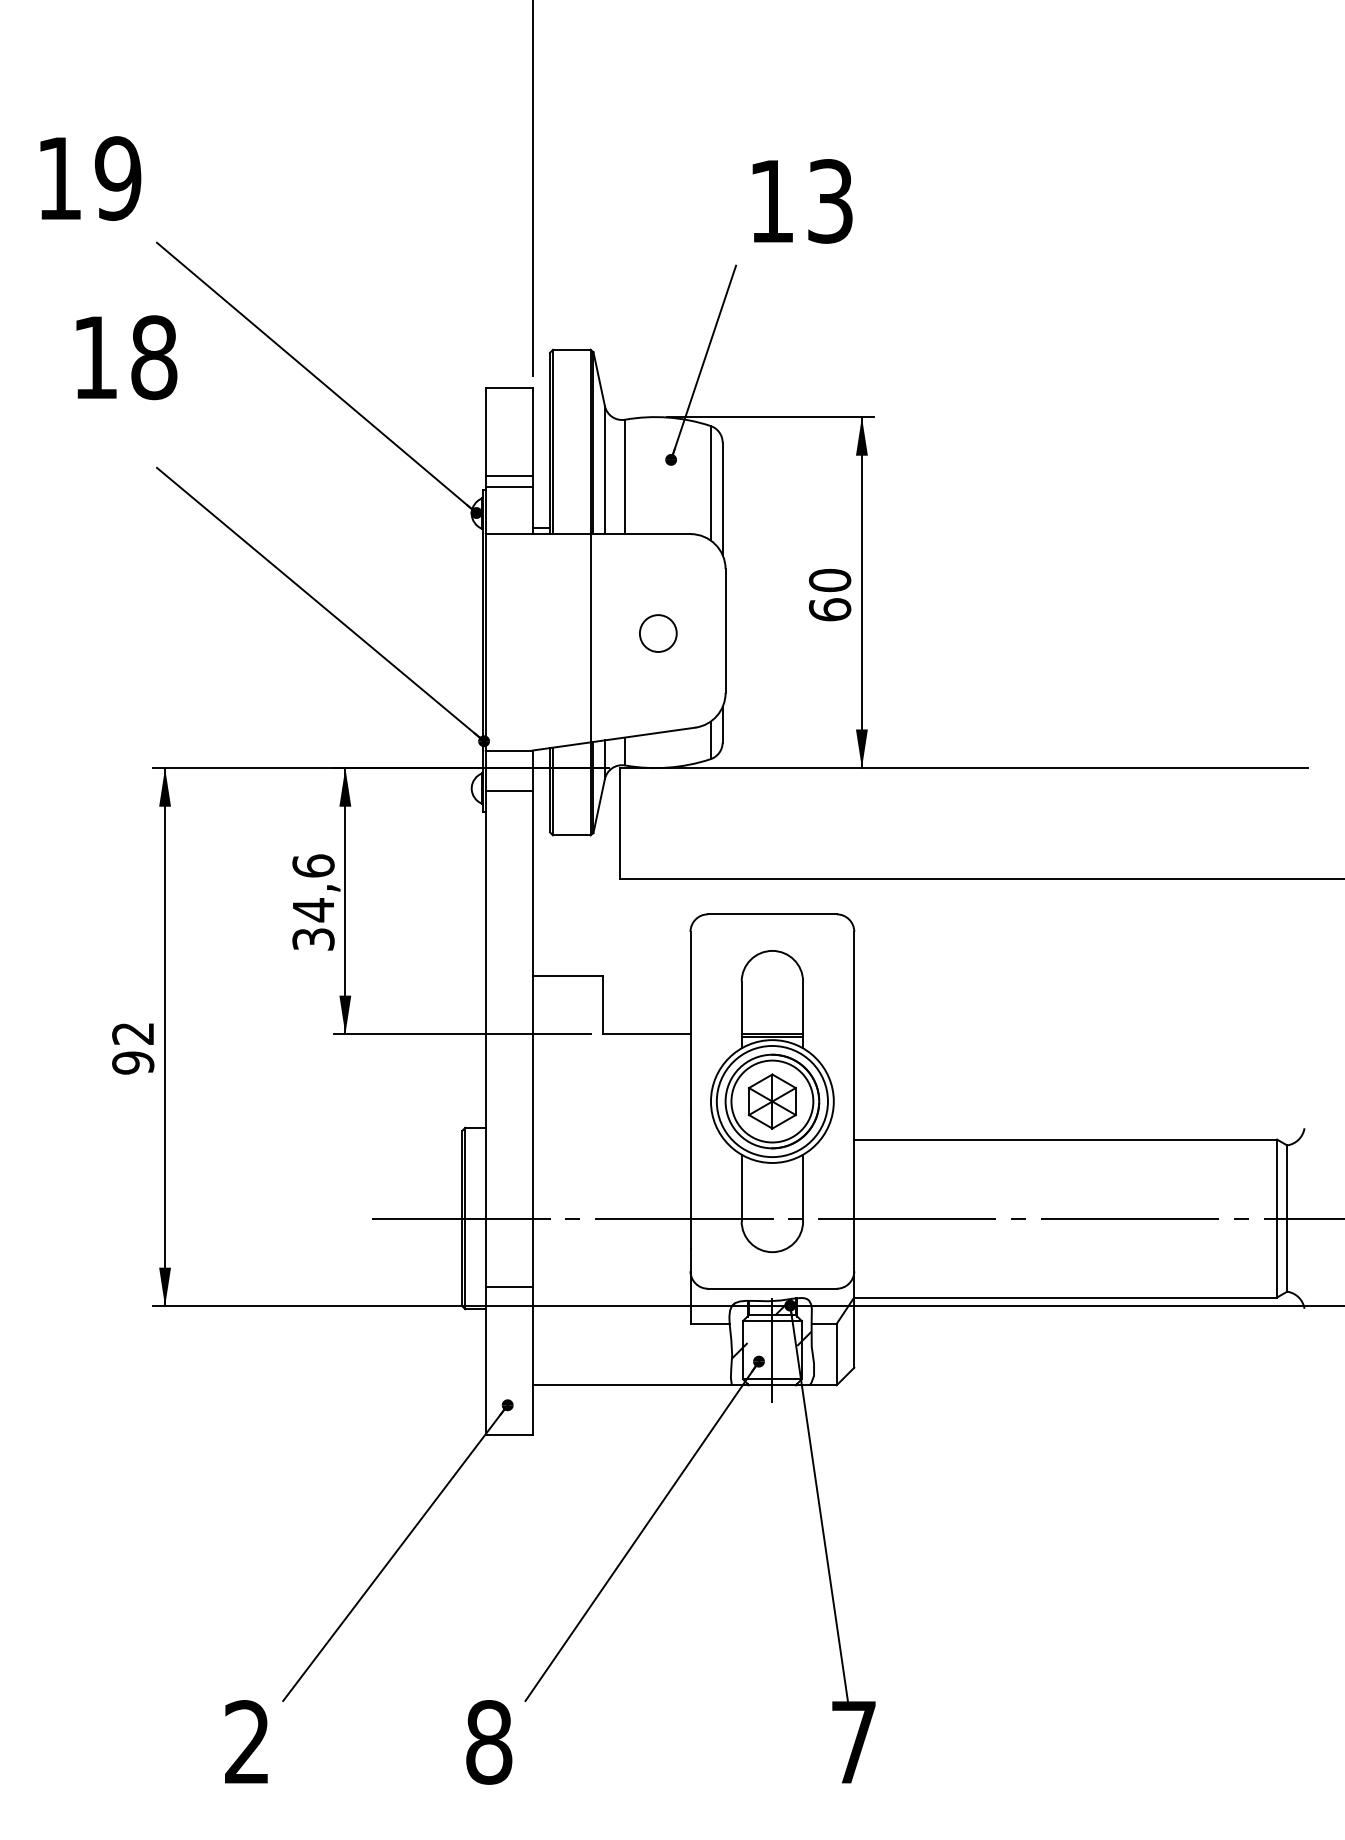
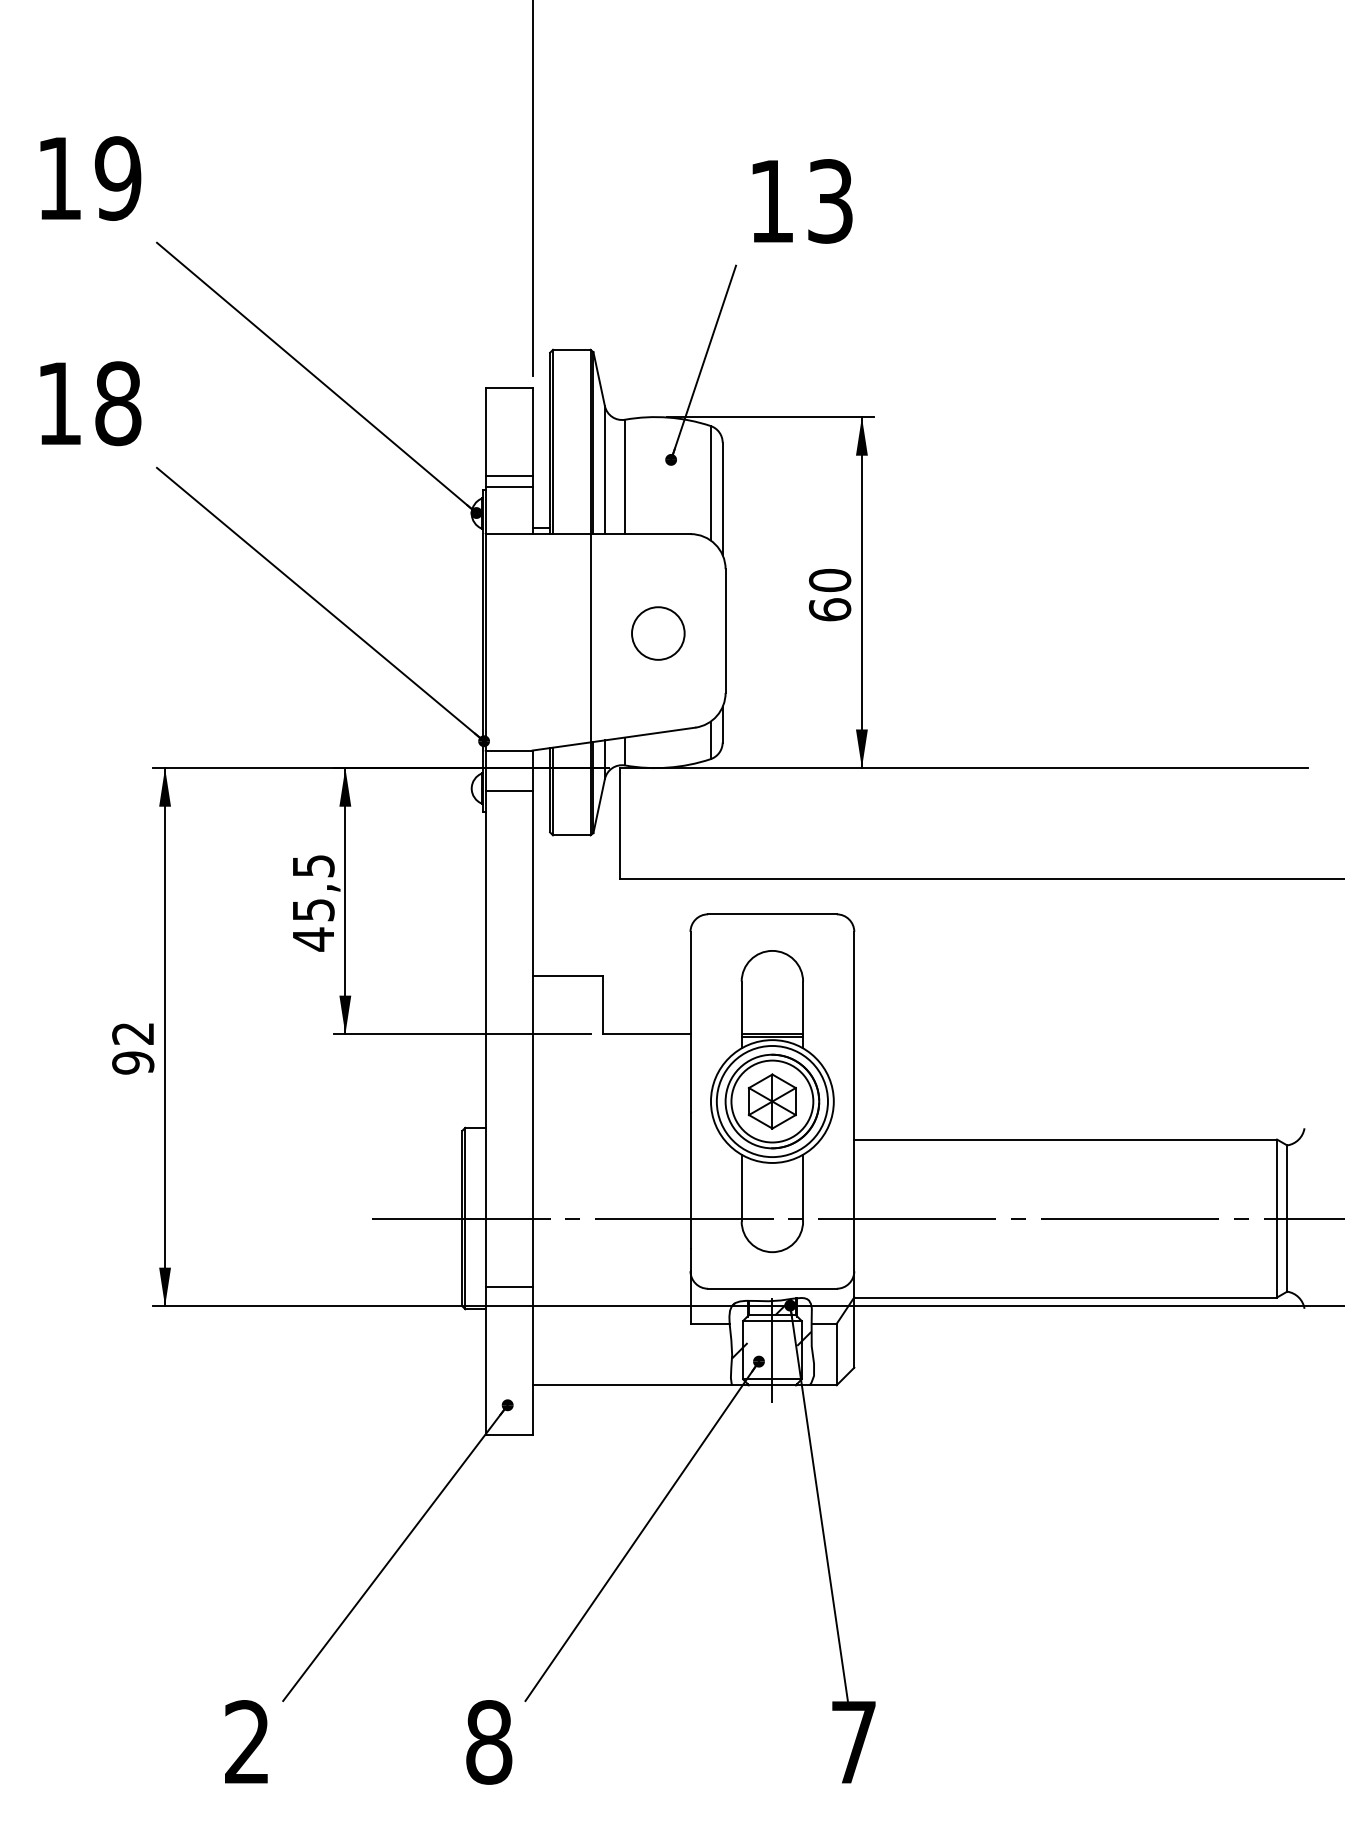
text at (126, 357) position: (126, 357) -> (90, 403)
circle at (657, 633) diameter: 37 px -> 53 px
text at (313, 902): 34,6 -> 45,5
